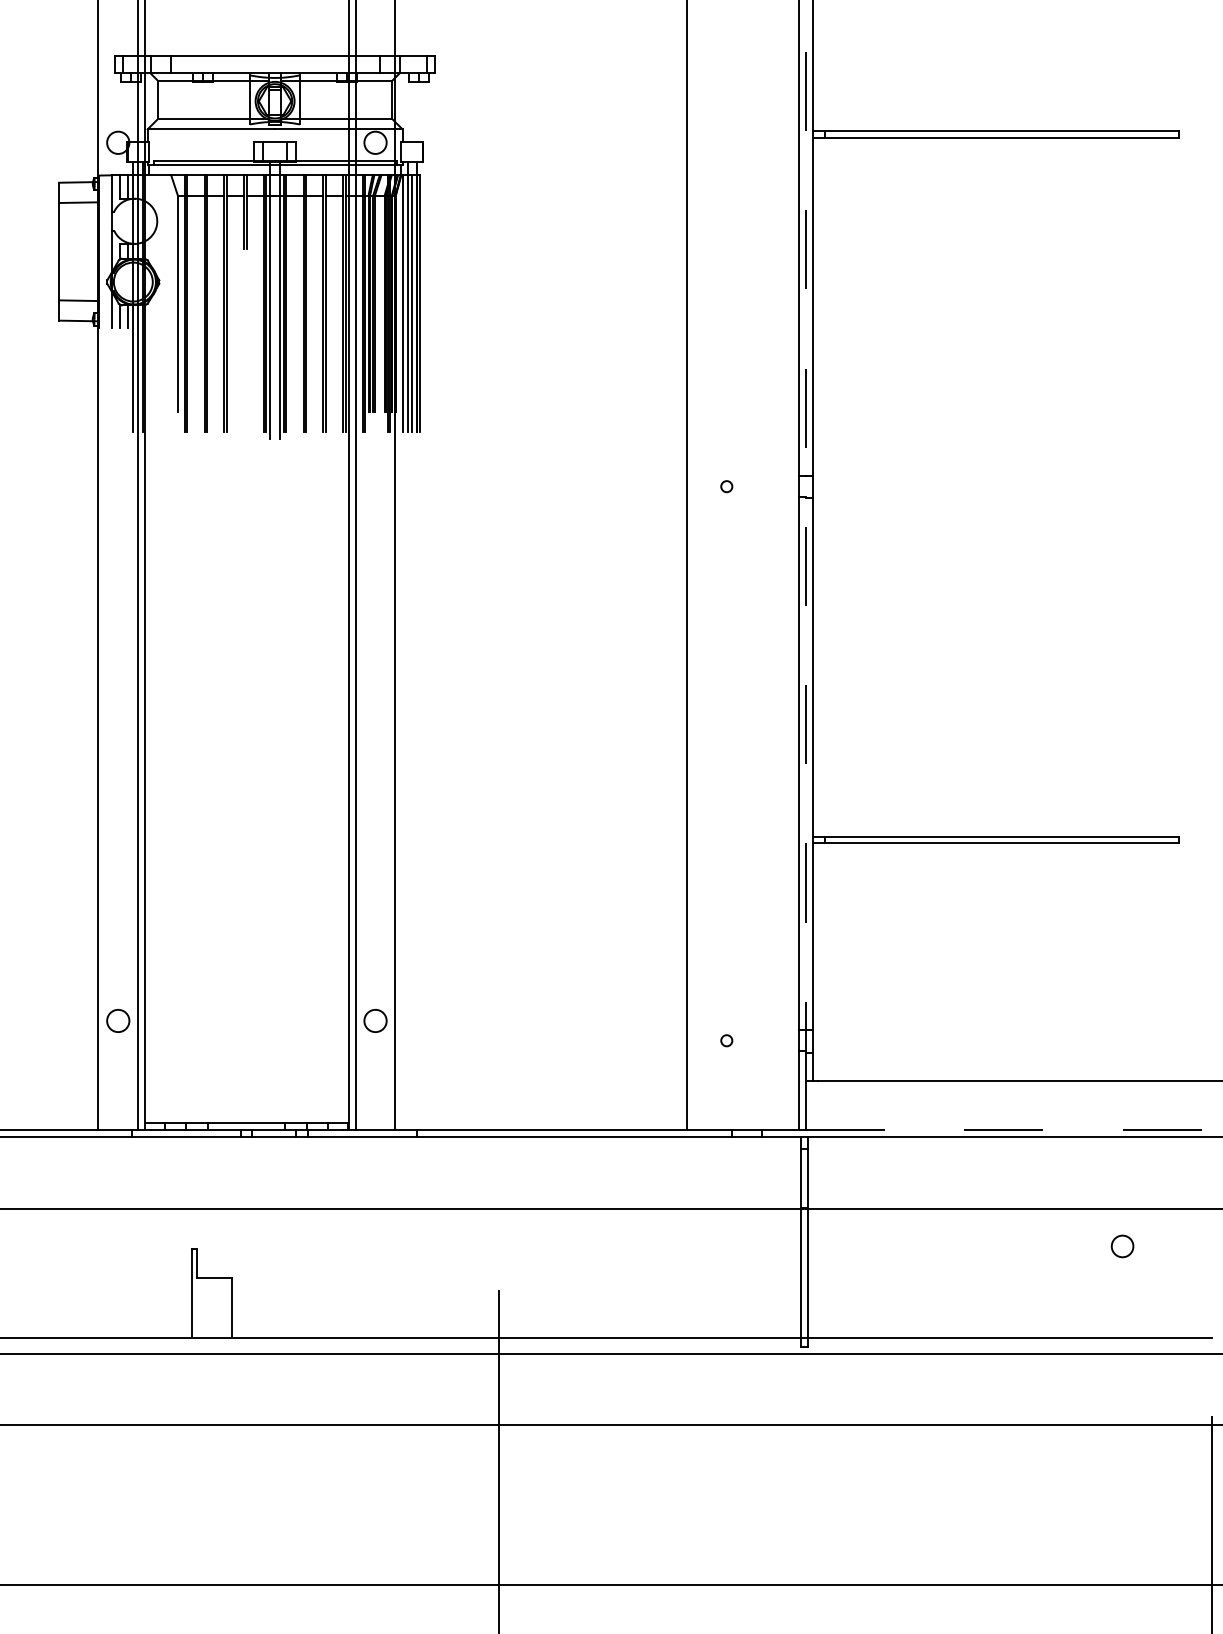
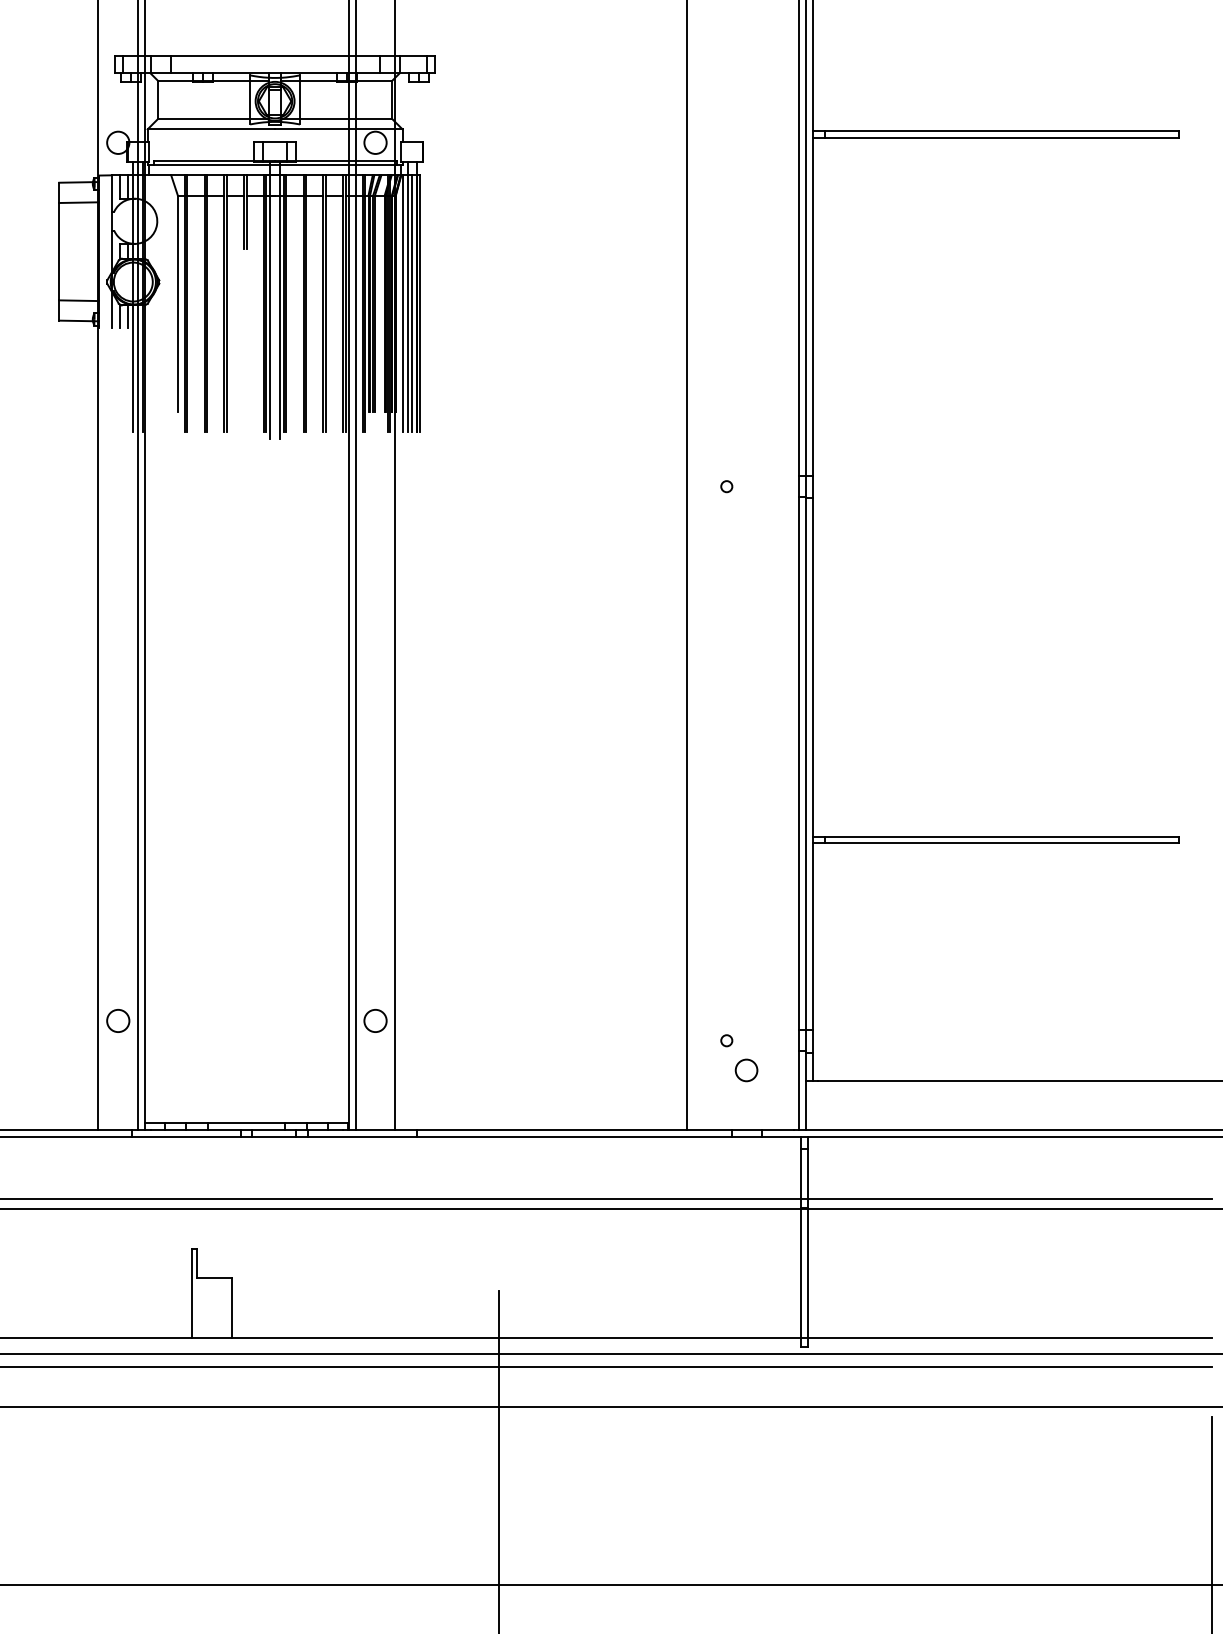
line at (805, 540): dashed -> solid
line at (1014, 1129): dashed -> solid
line at (606, 1199): none -> present
circle at (1122, 1246) position: (1122, 1246) -> (746, 1070)
line at (606, 1367): none -> present
line at (610, 1424) position: (610, 1424) -> (610, 1406)
